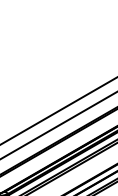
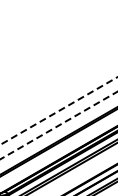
line at (58, 110): solid -> dashed
line at (58, 125): solid -> dashed
